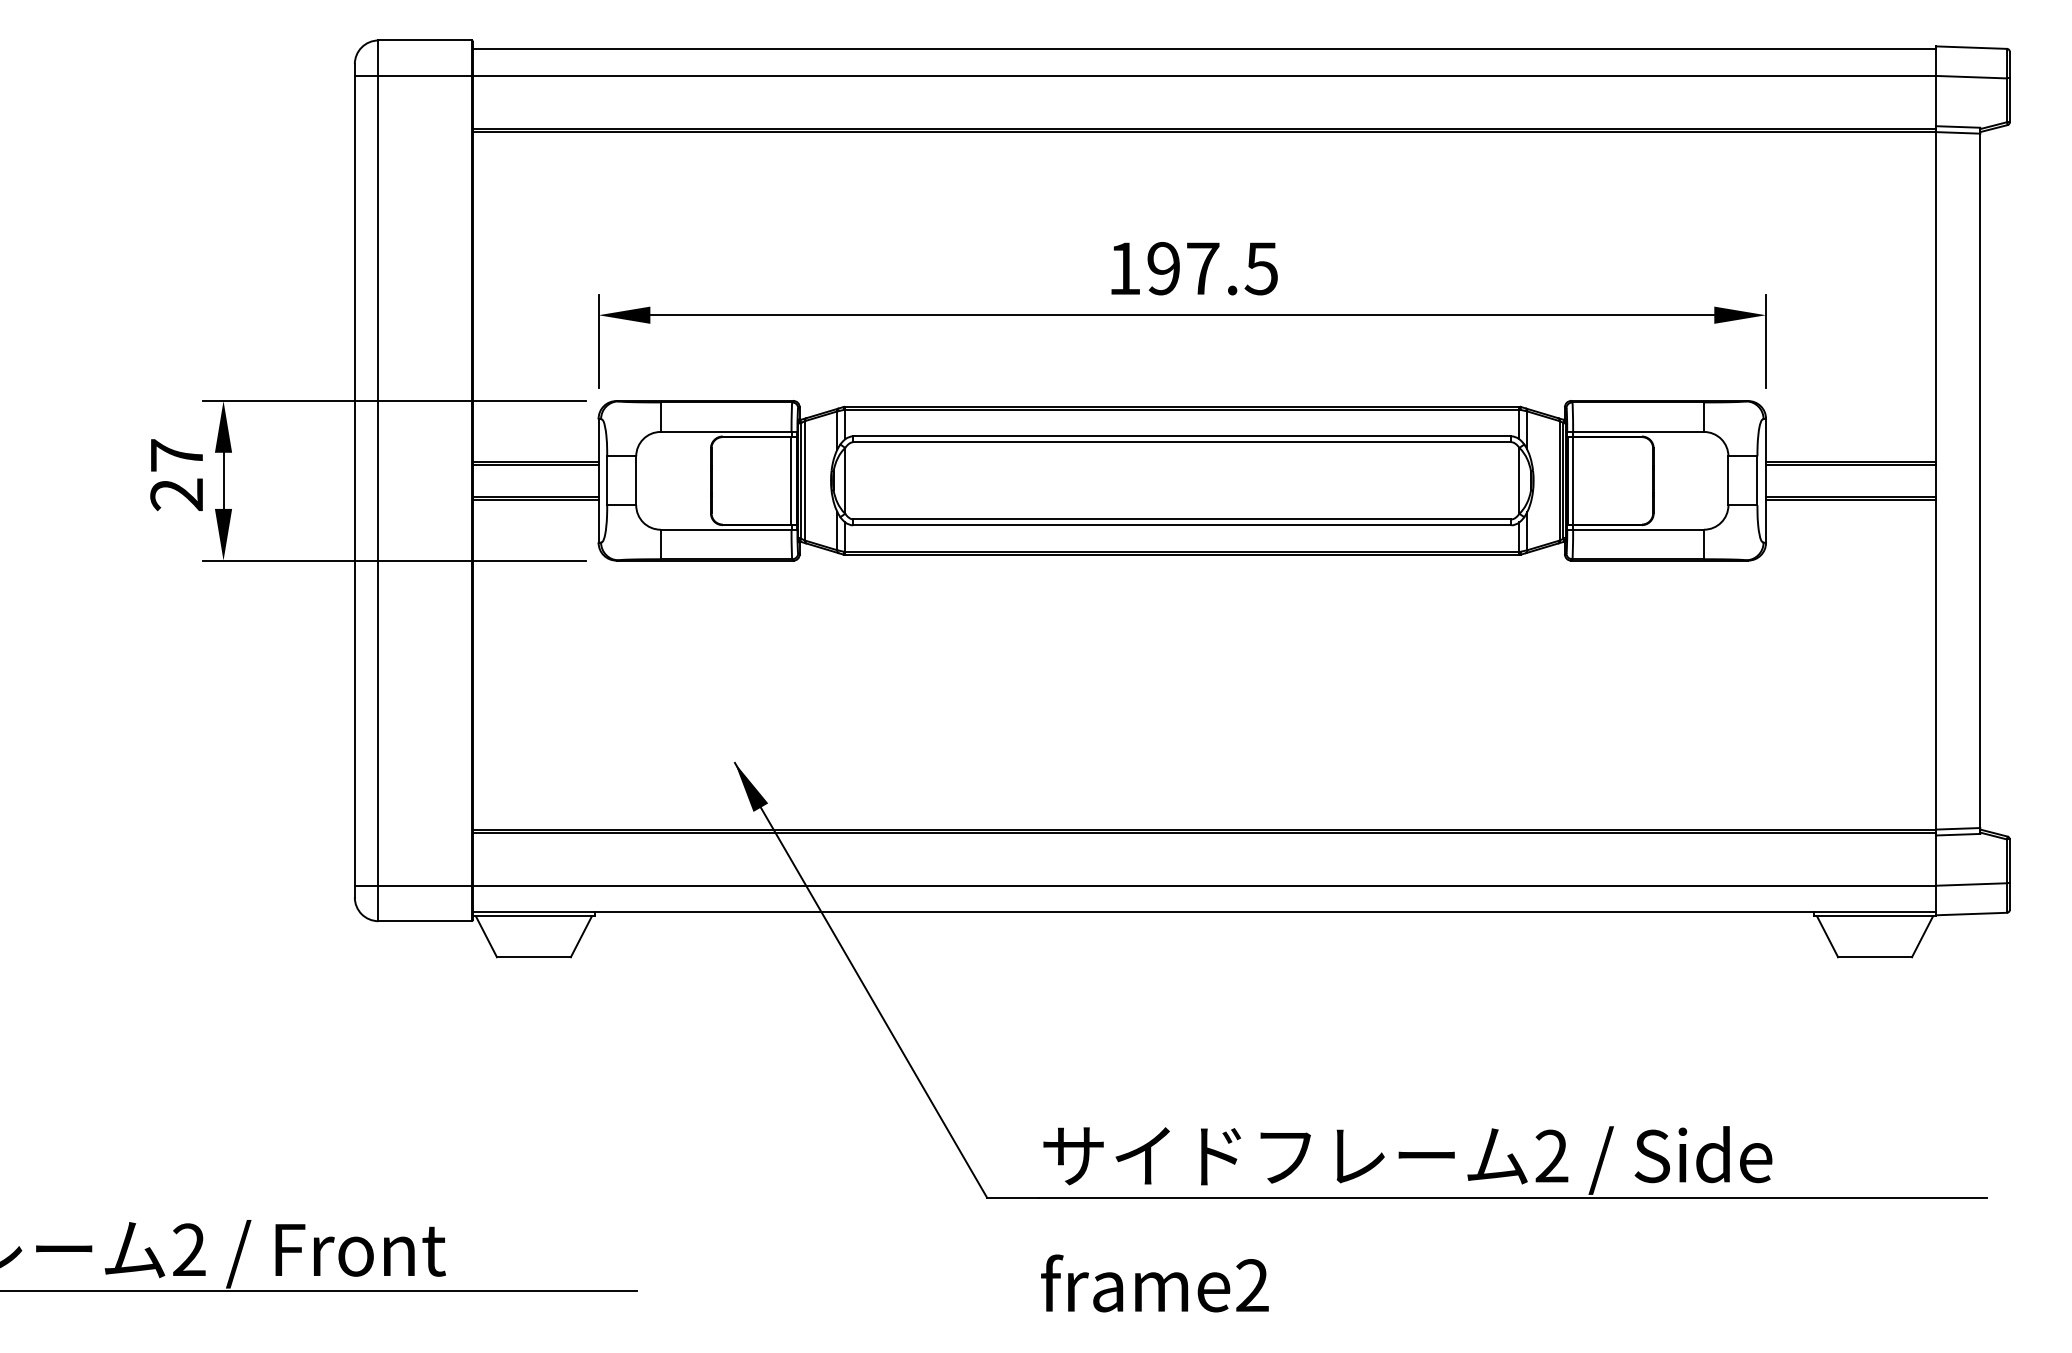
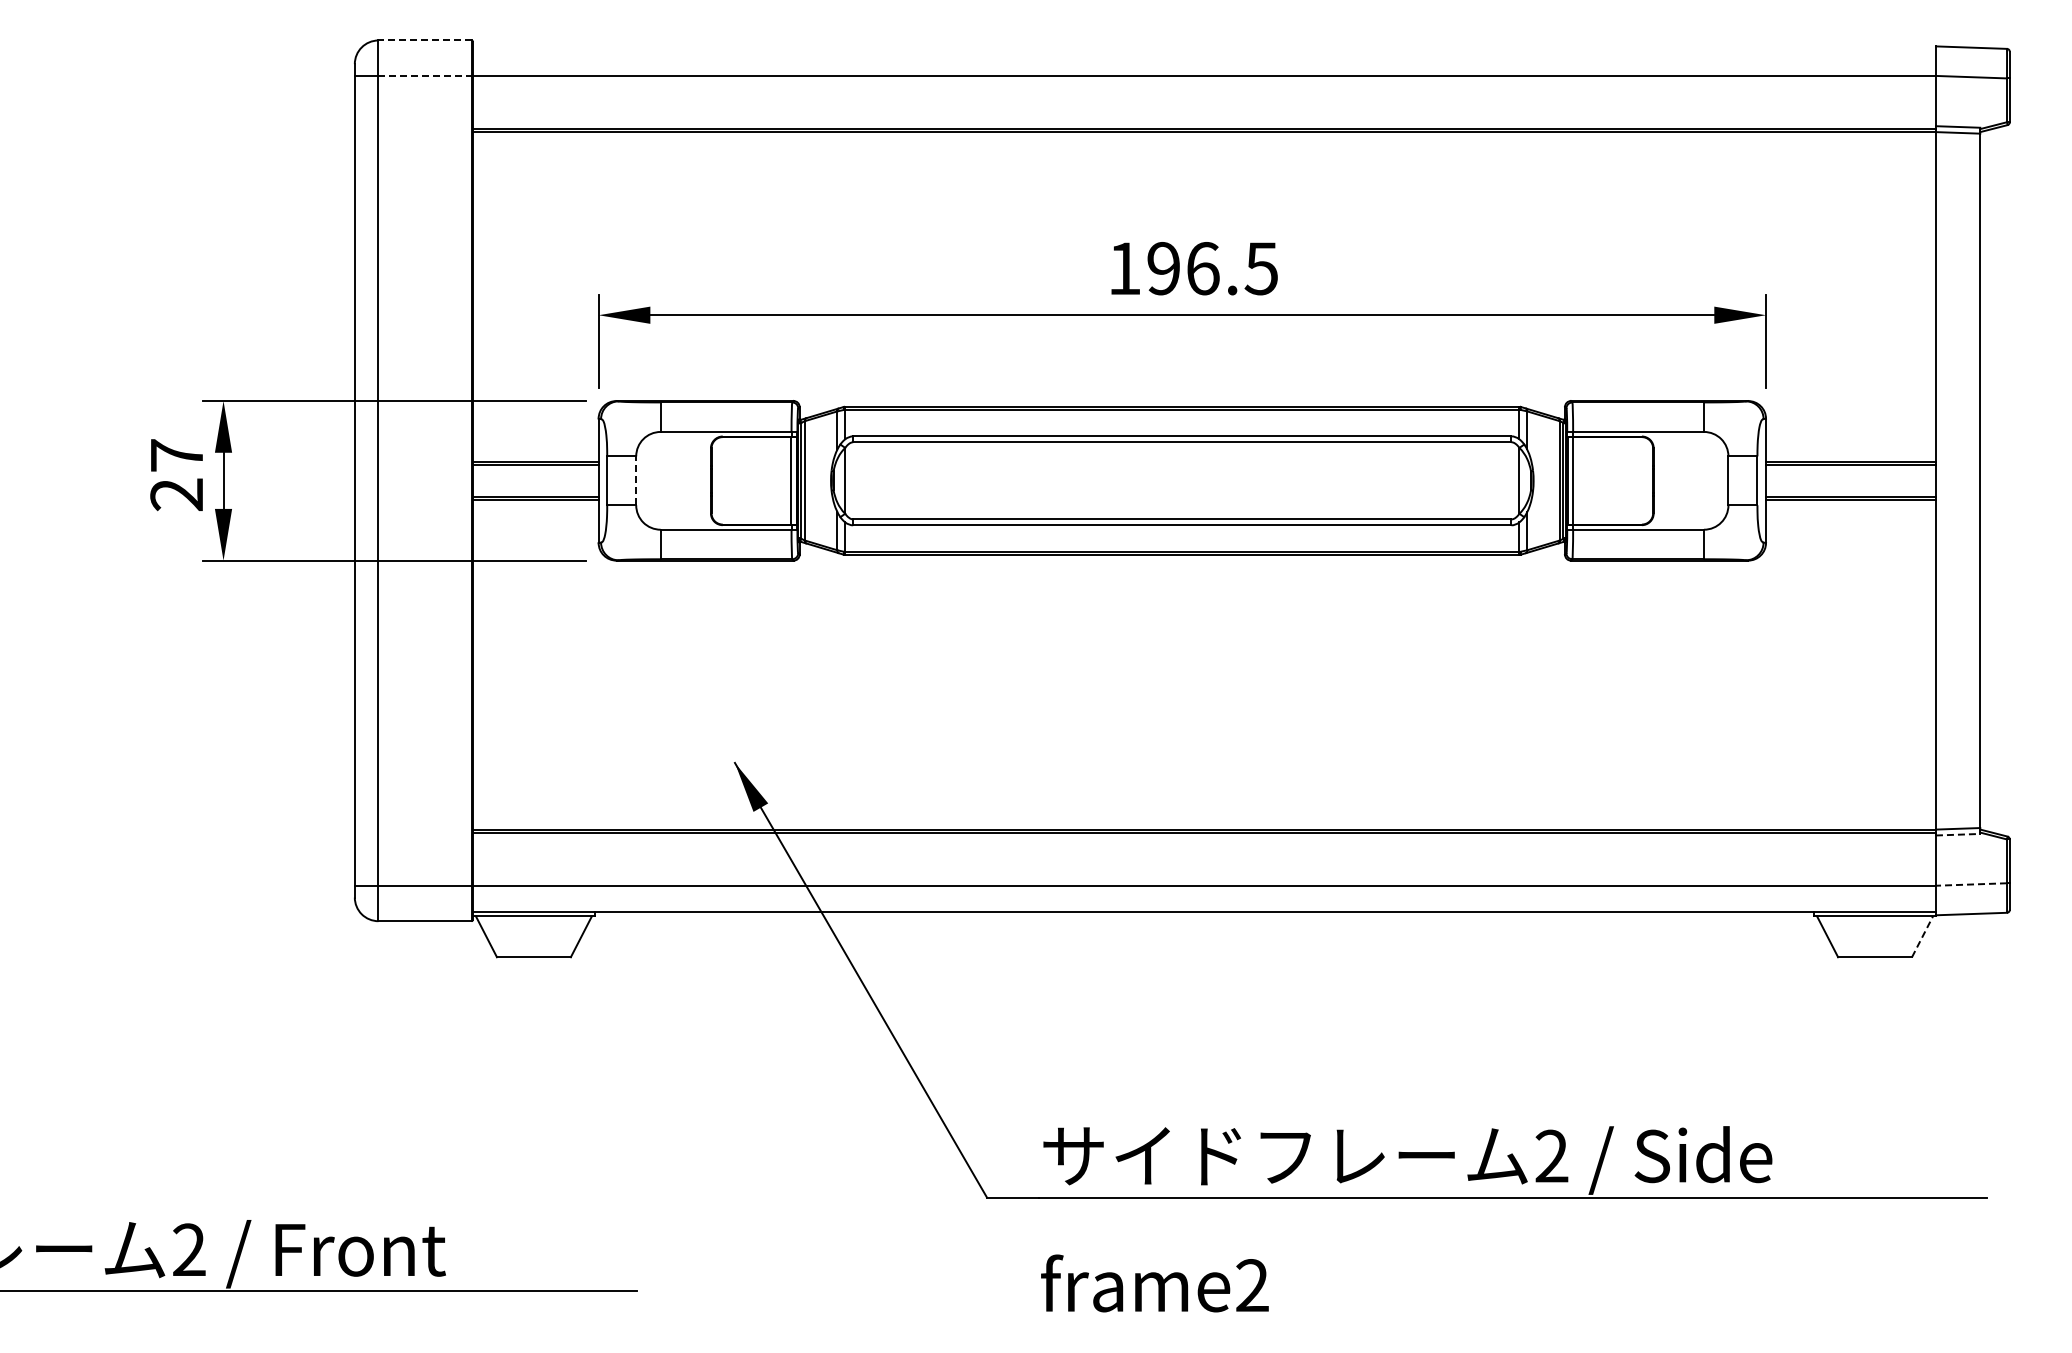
line at (425, 40): solid -> dashed
line at (1204, 49): present -> none
line at (425, 75): solid -> dashed
text at (1203, 268): 197.5 -> 196.5
line at (636, 480): solid -> dashed
line at (1958, 834): solid -> dashed
line at (1971, 884): solid -> dashed
line at (1922, 936): solid -> dashed
